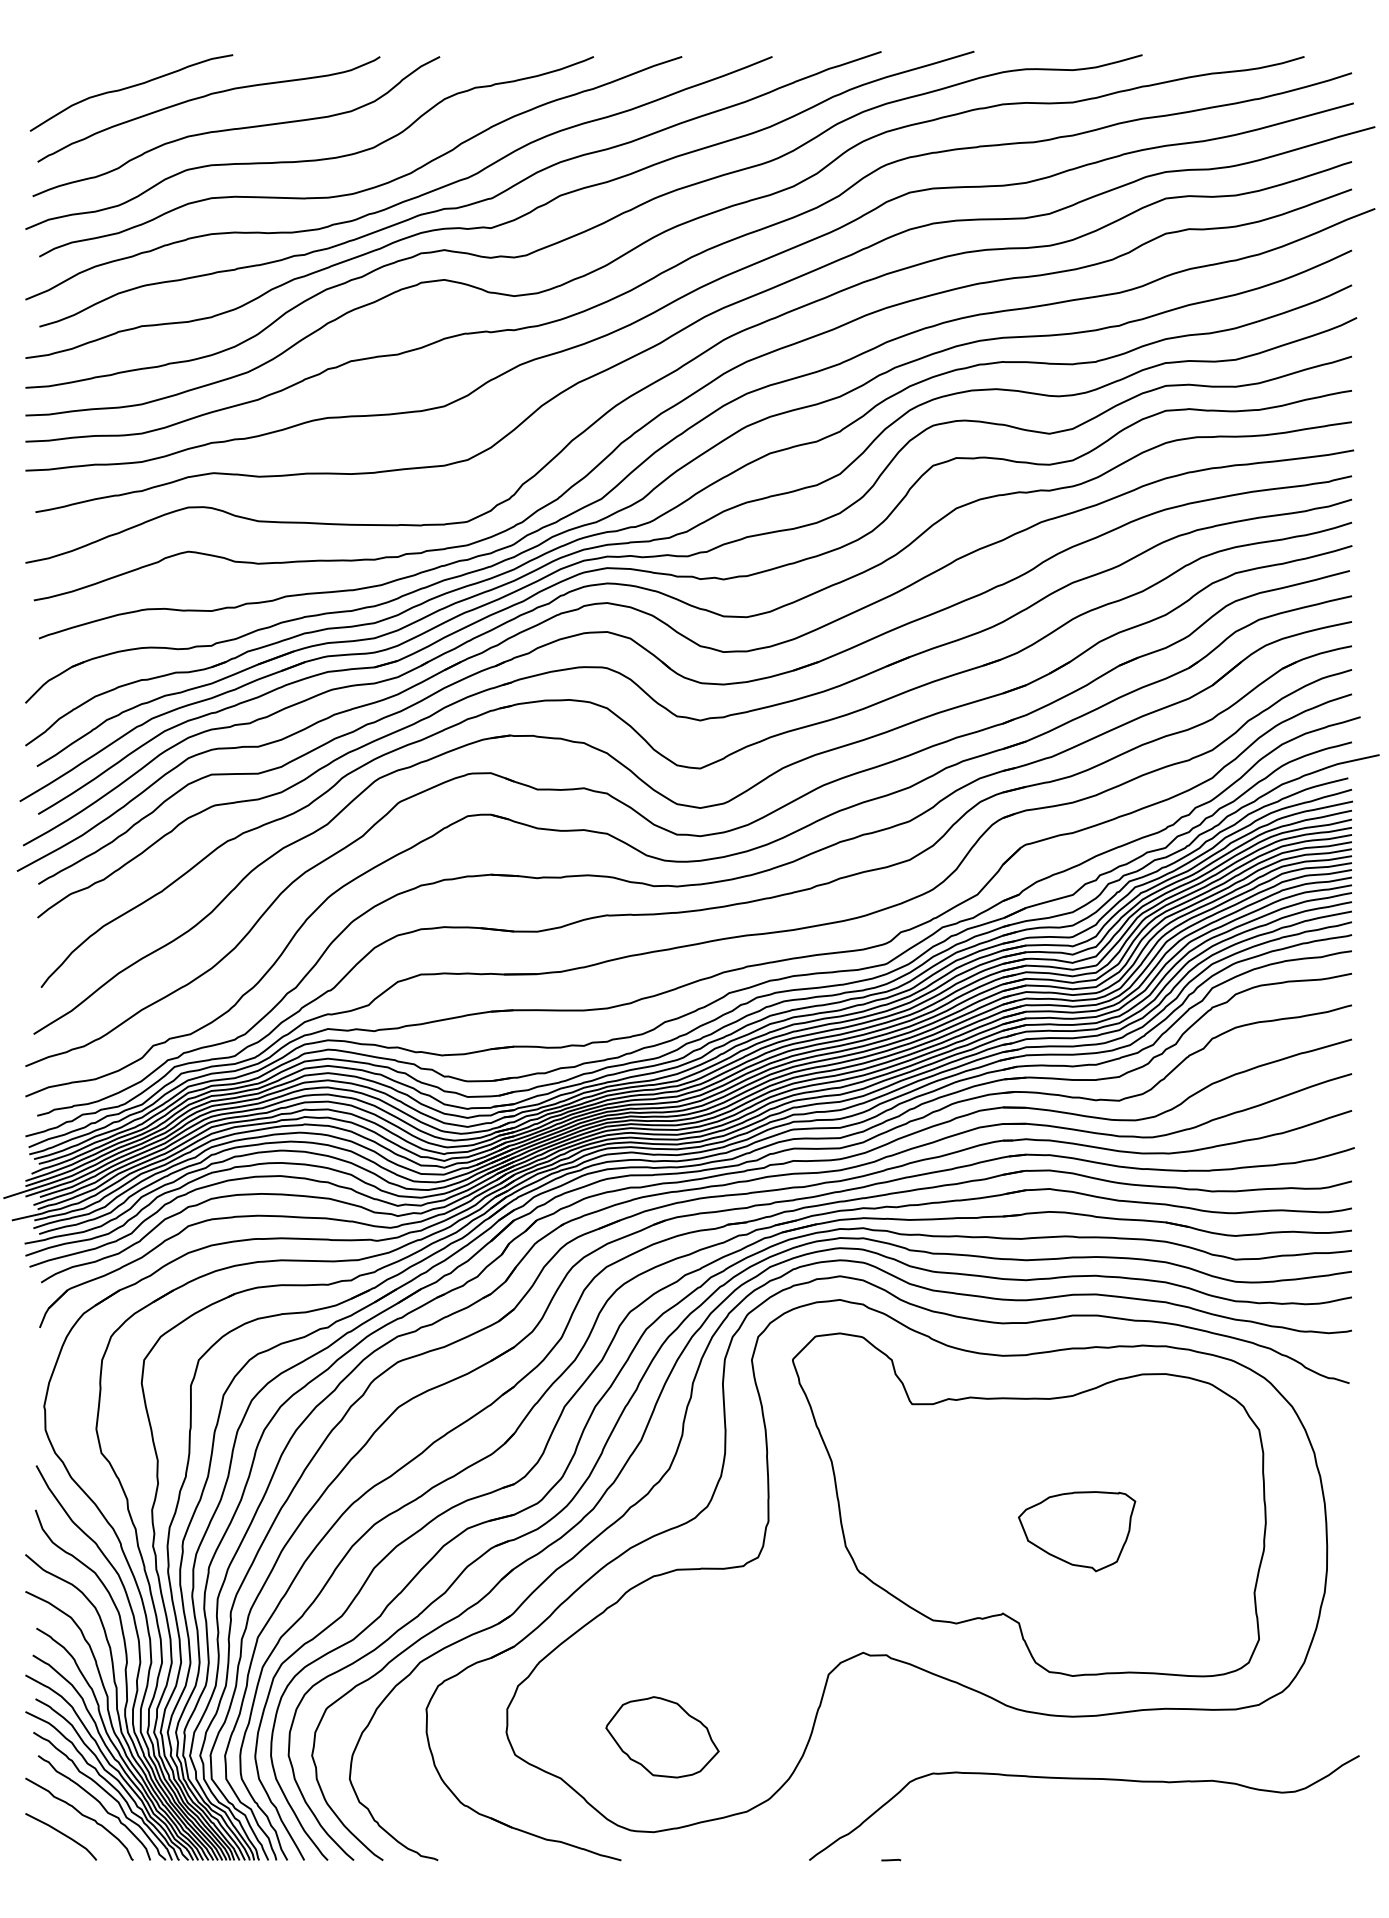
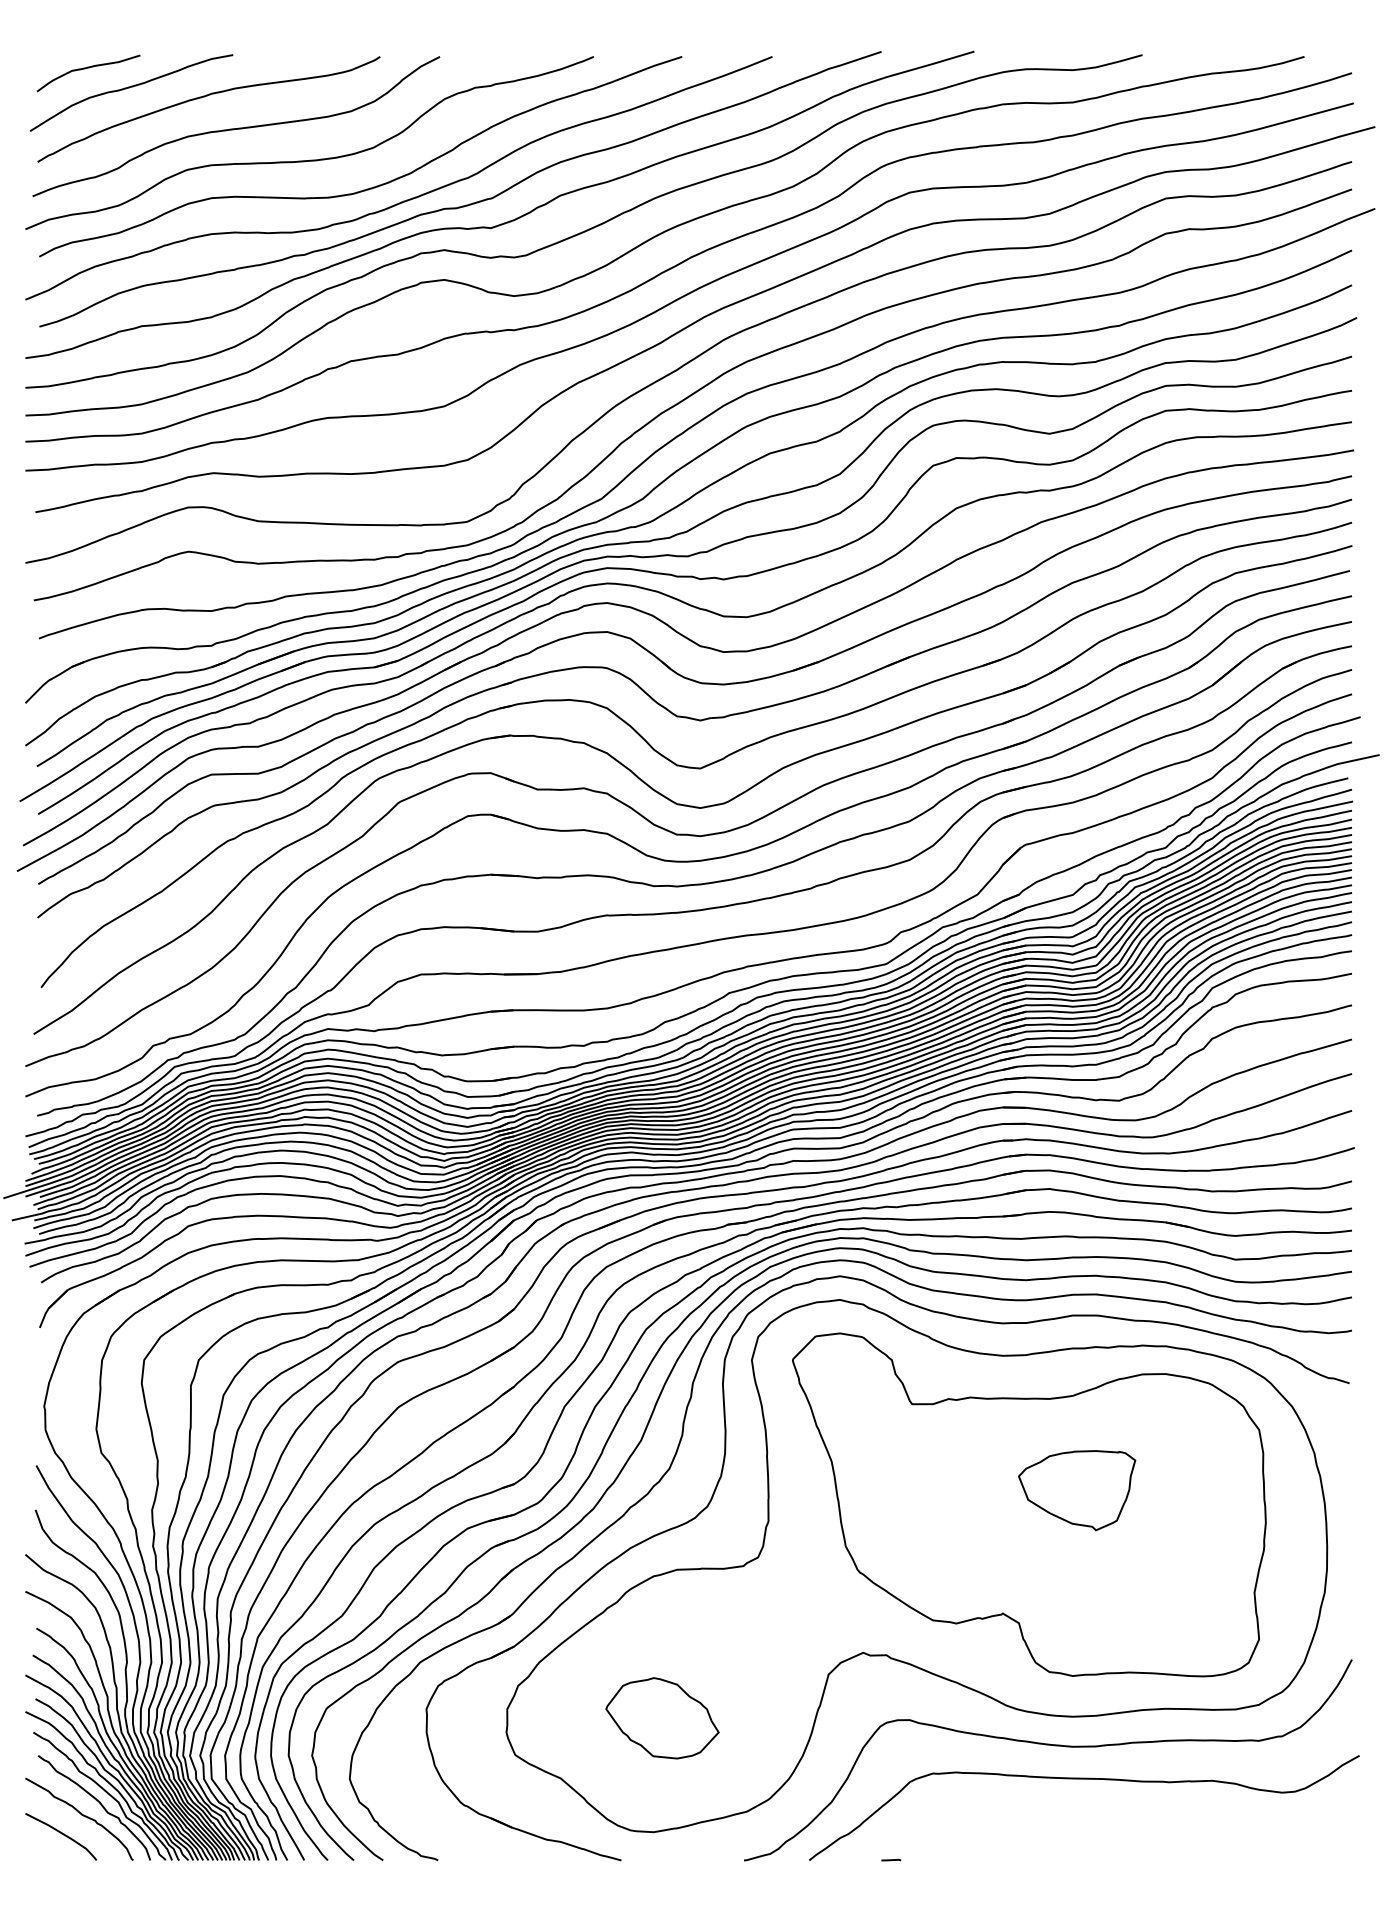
curve at (88, 68): none -> present
part at (1077, 1531) position: (1077, 1531) -> (1077, 1490)
part at (662, 1737) position: (662, 1737) -> (662, 1718)
curve at (1048, 1745): none -> present
